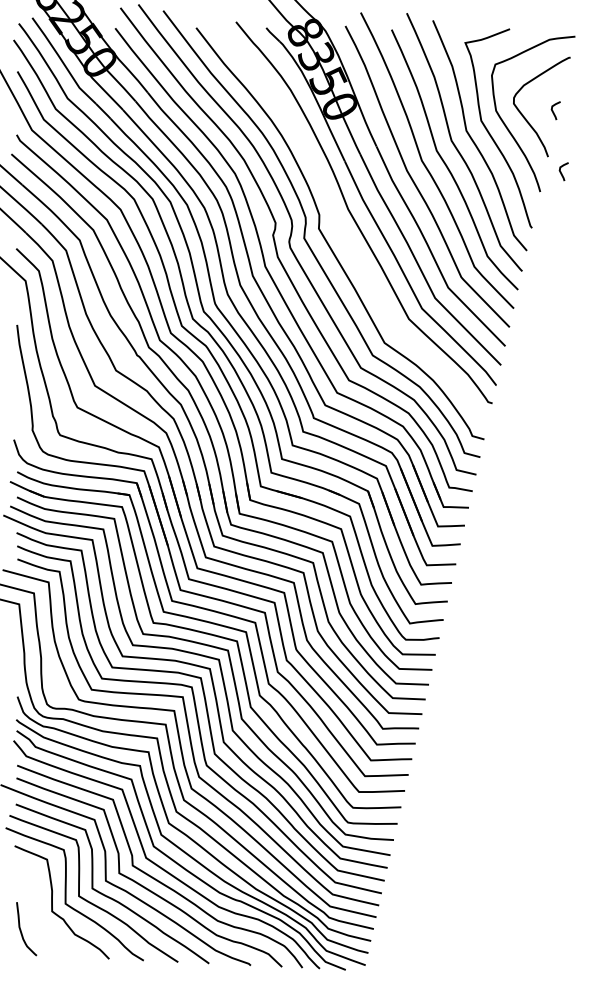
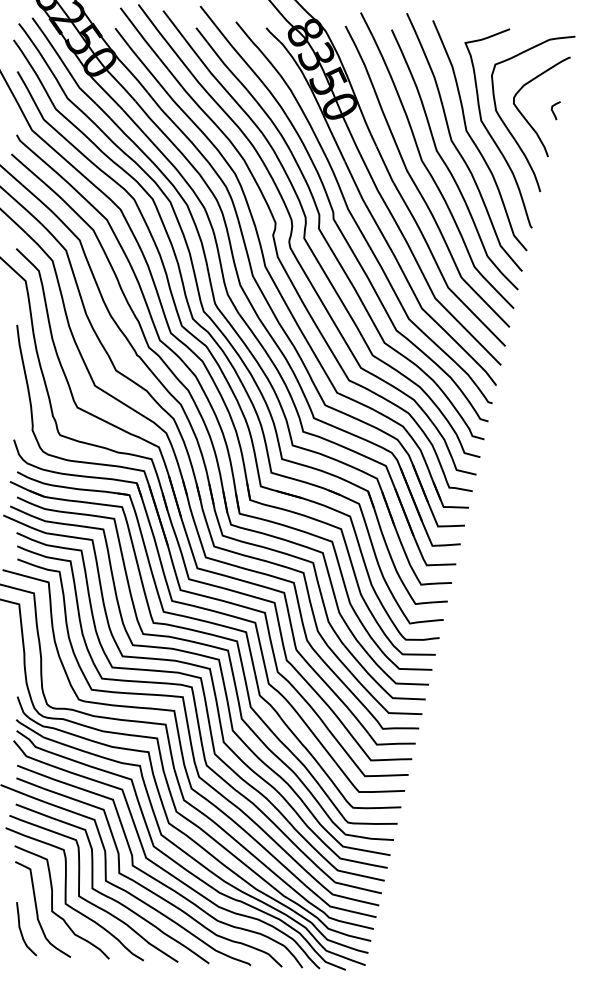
curve at (561, 171): present -> none
curve at (334, 214): none -> present
curve at (37, 909): none -> present
